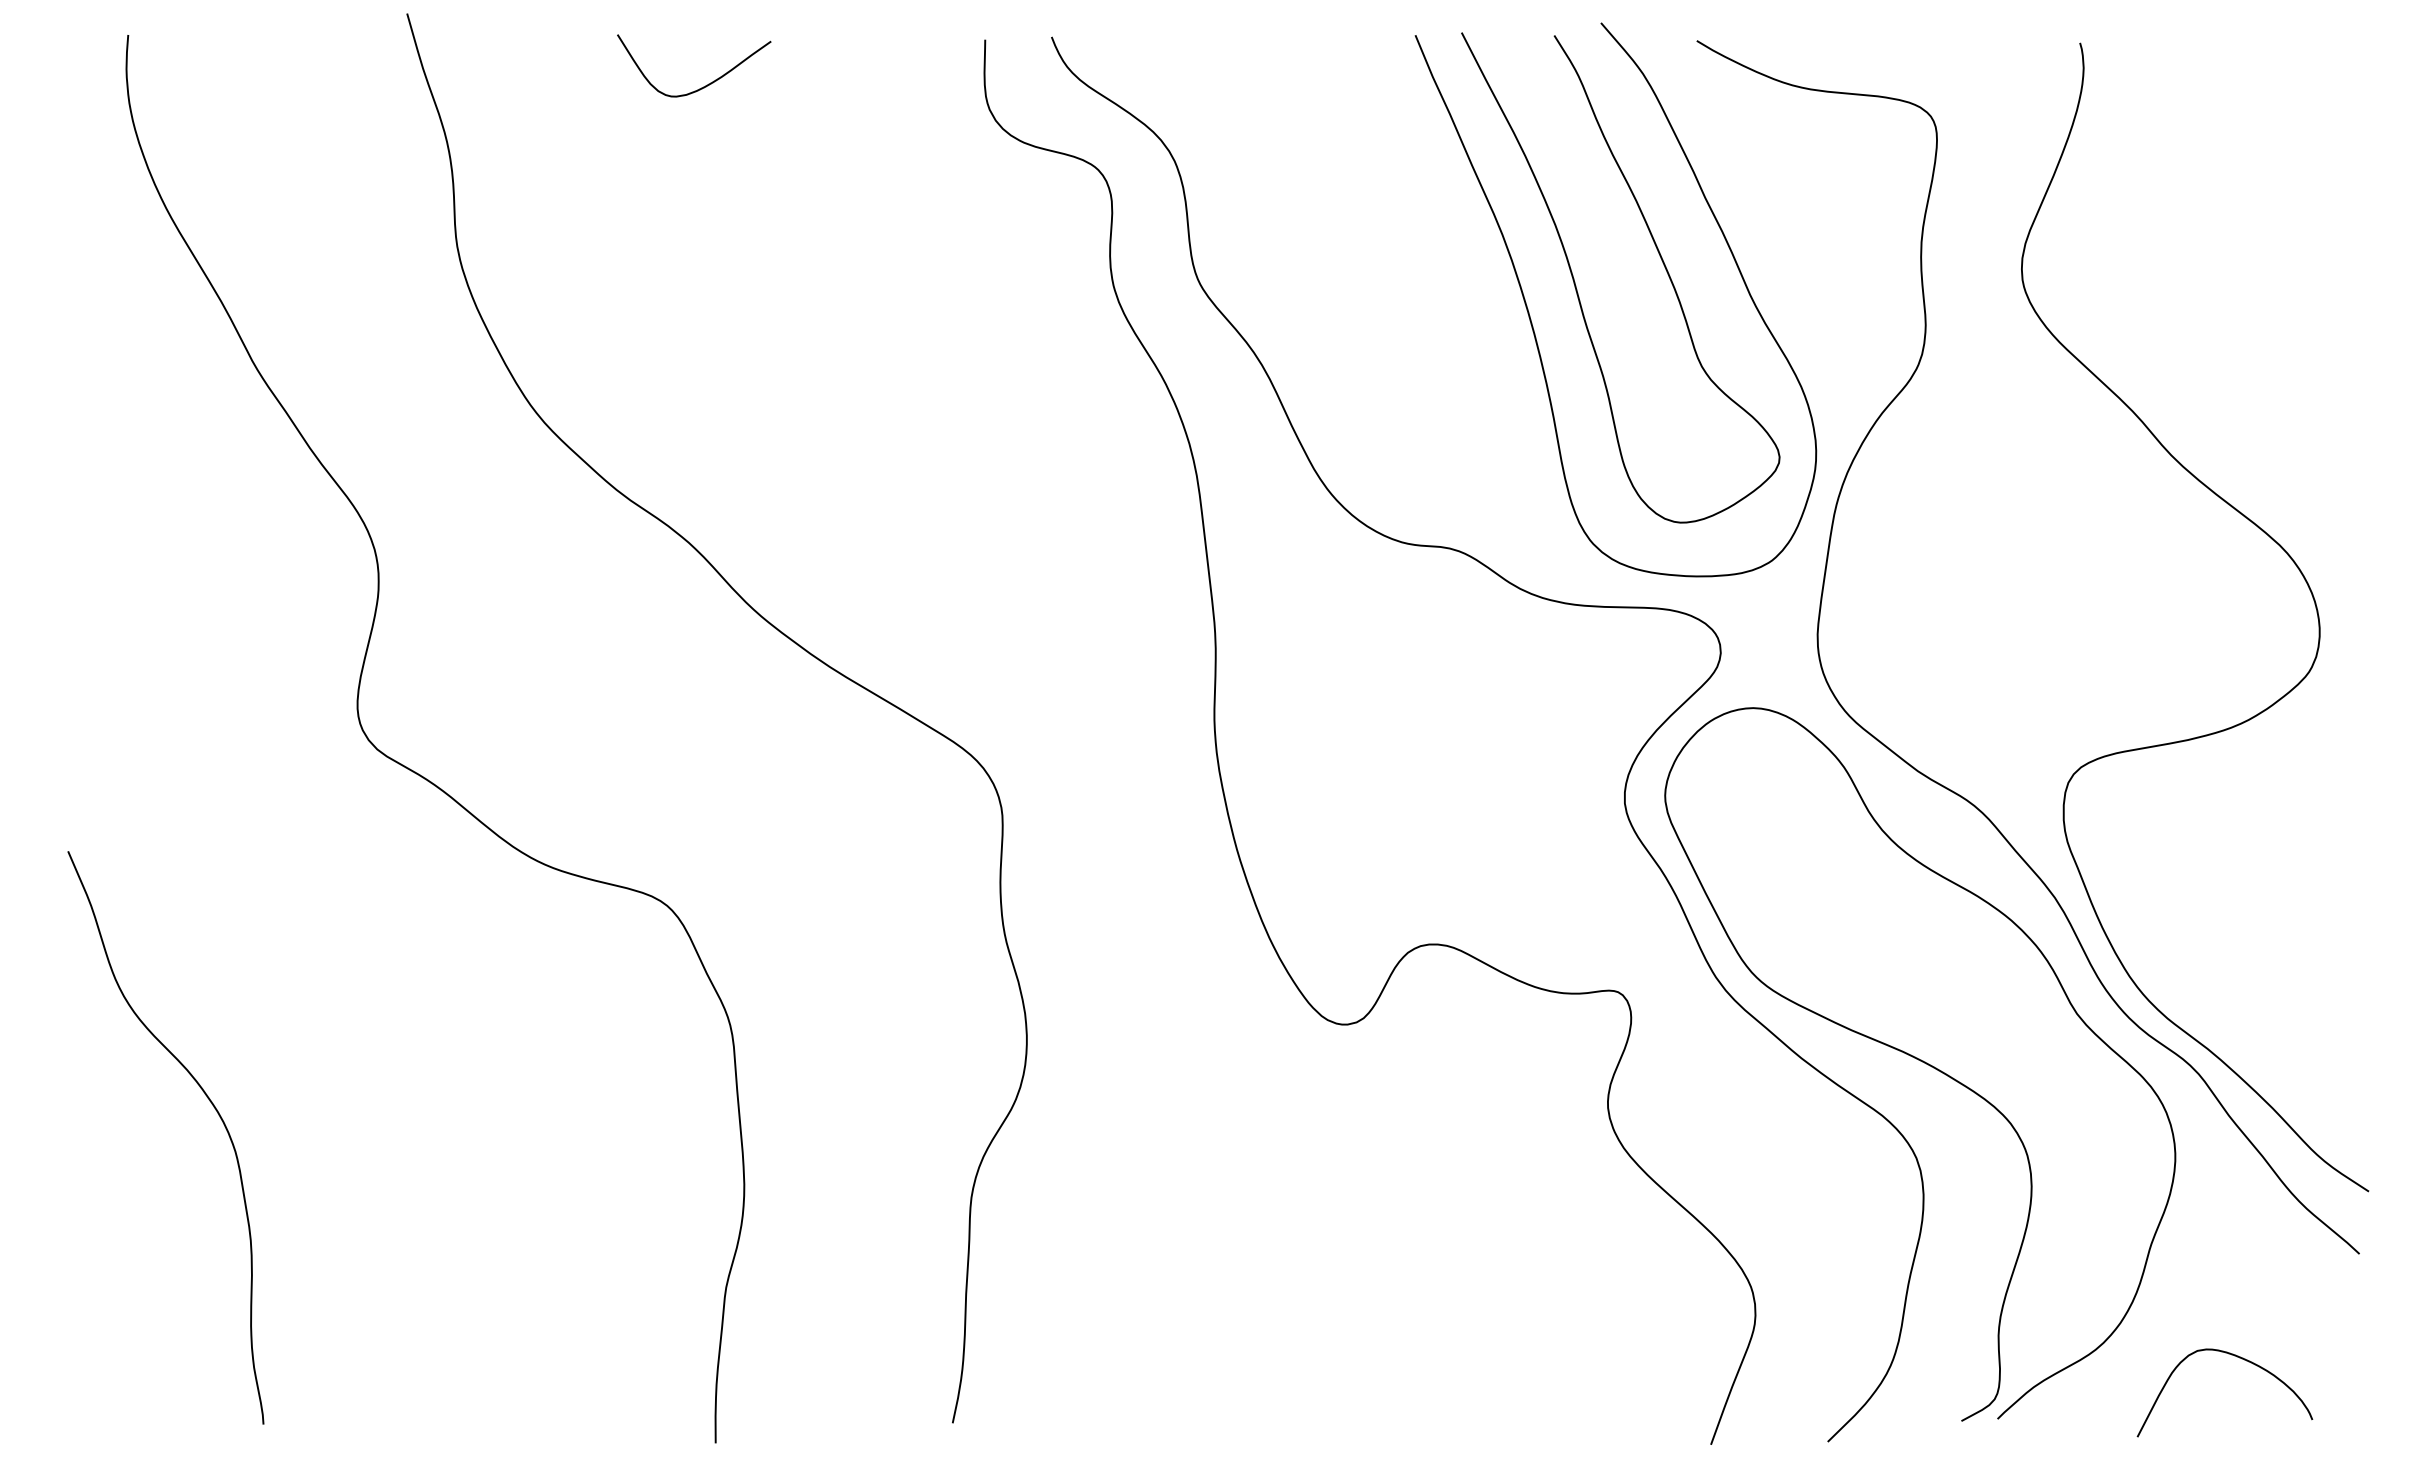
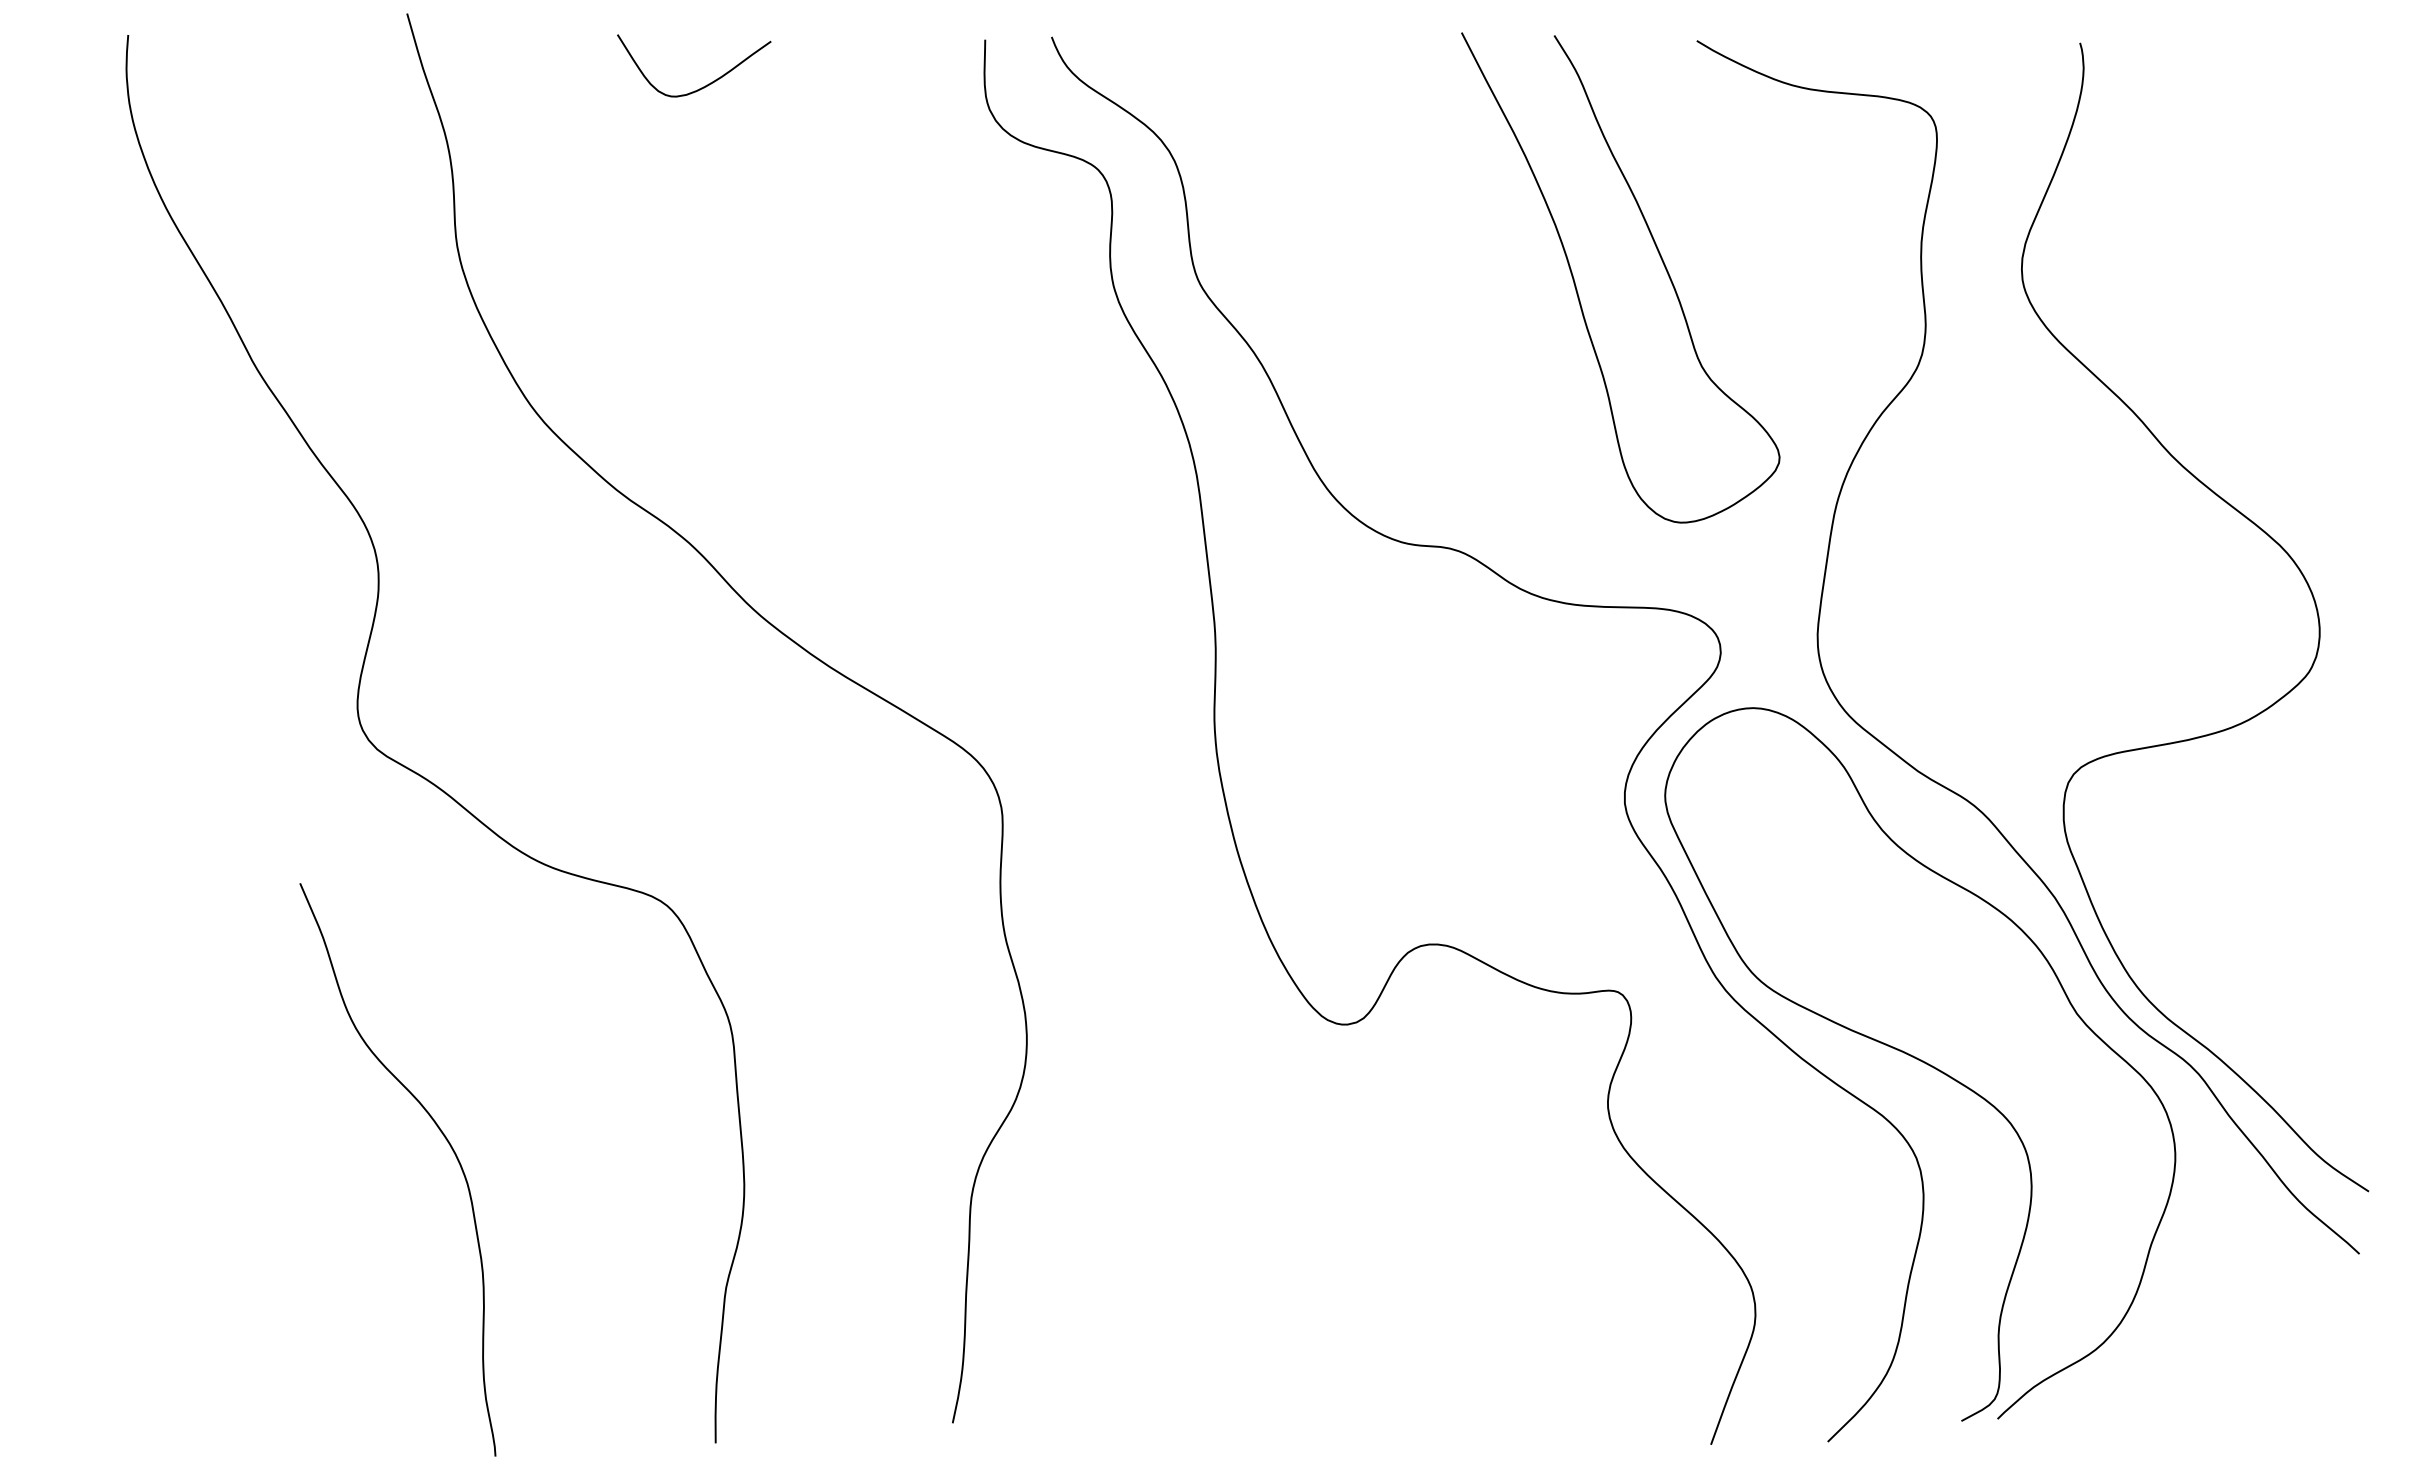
curve at (1532, 322): present -> none
curve at (213, 1107) position: (213, 1107) -> (445, 1139)
curve at (2239, 1358): present -> none
